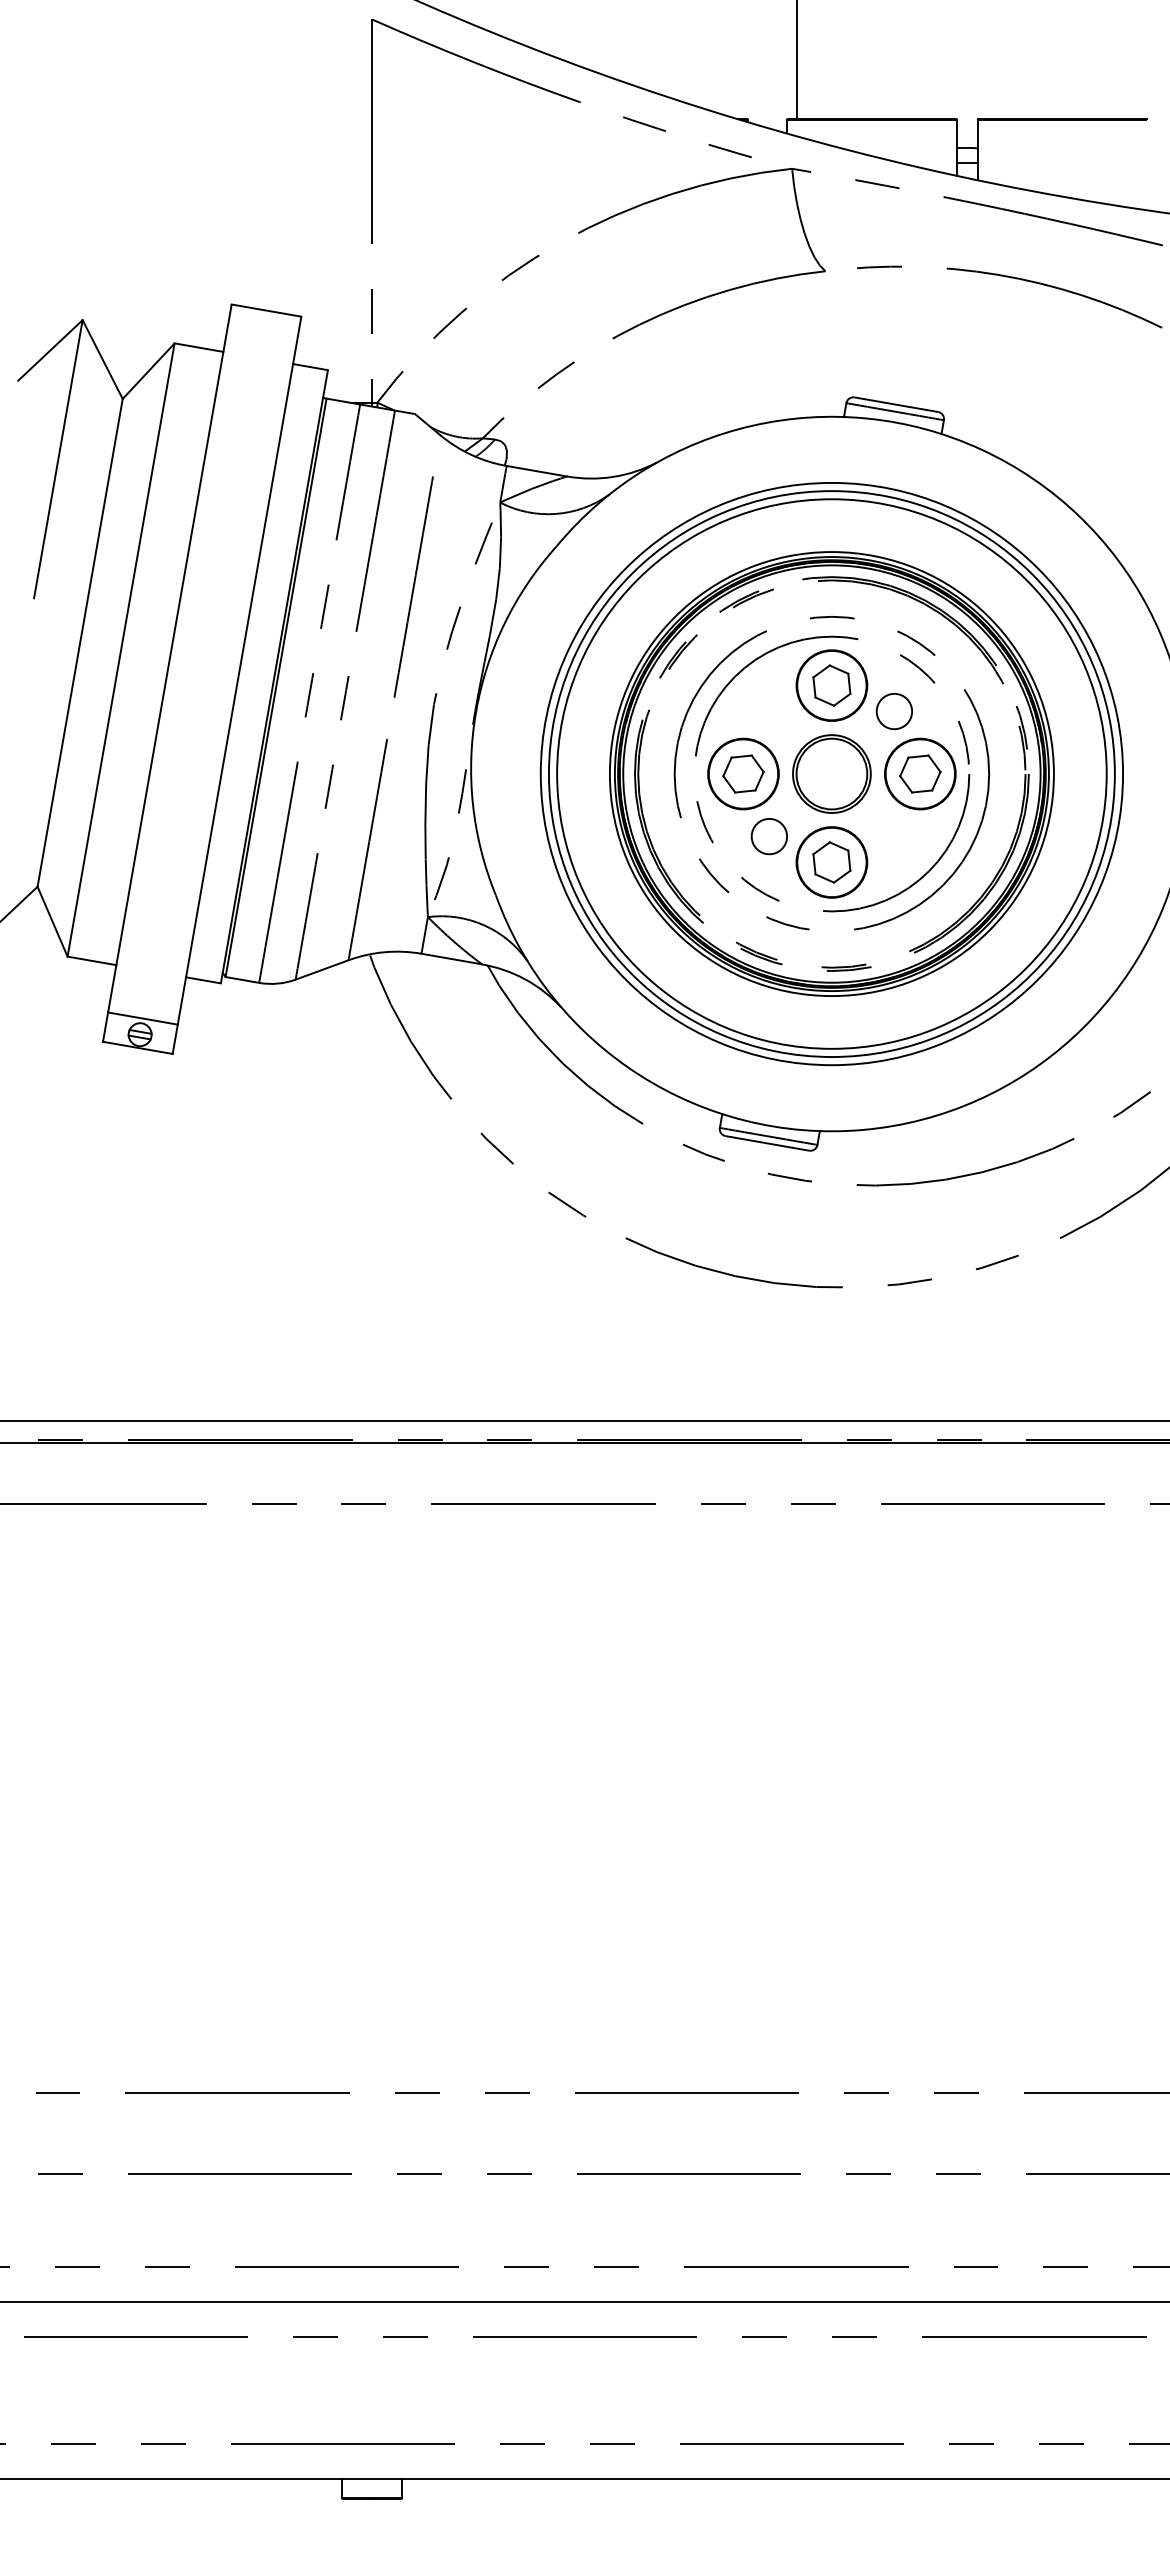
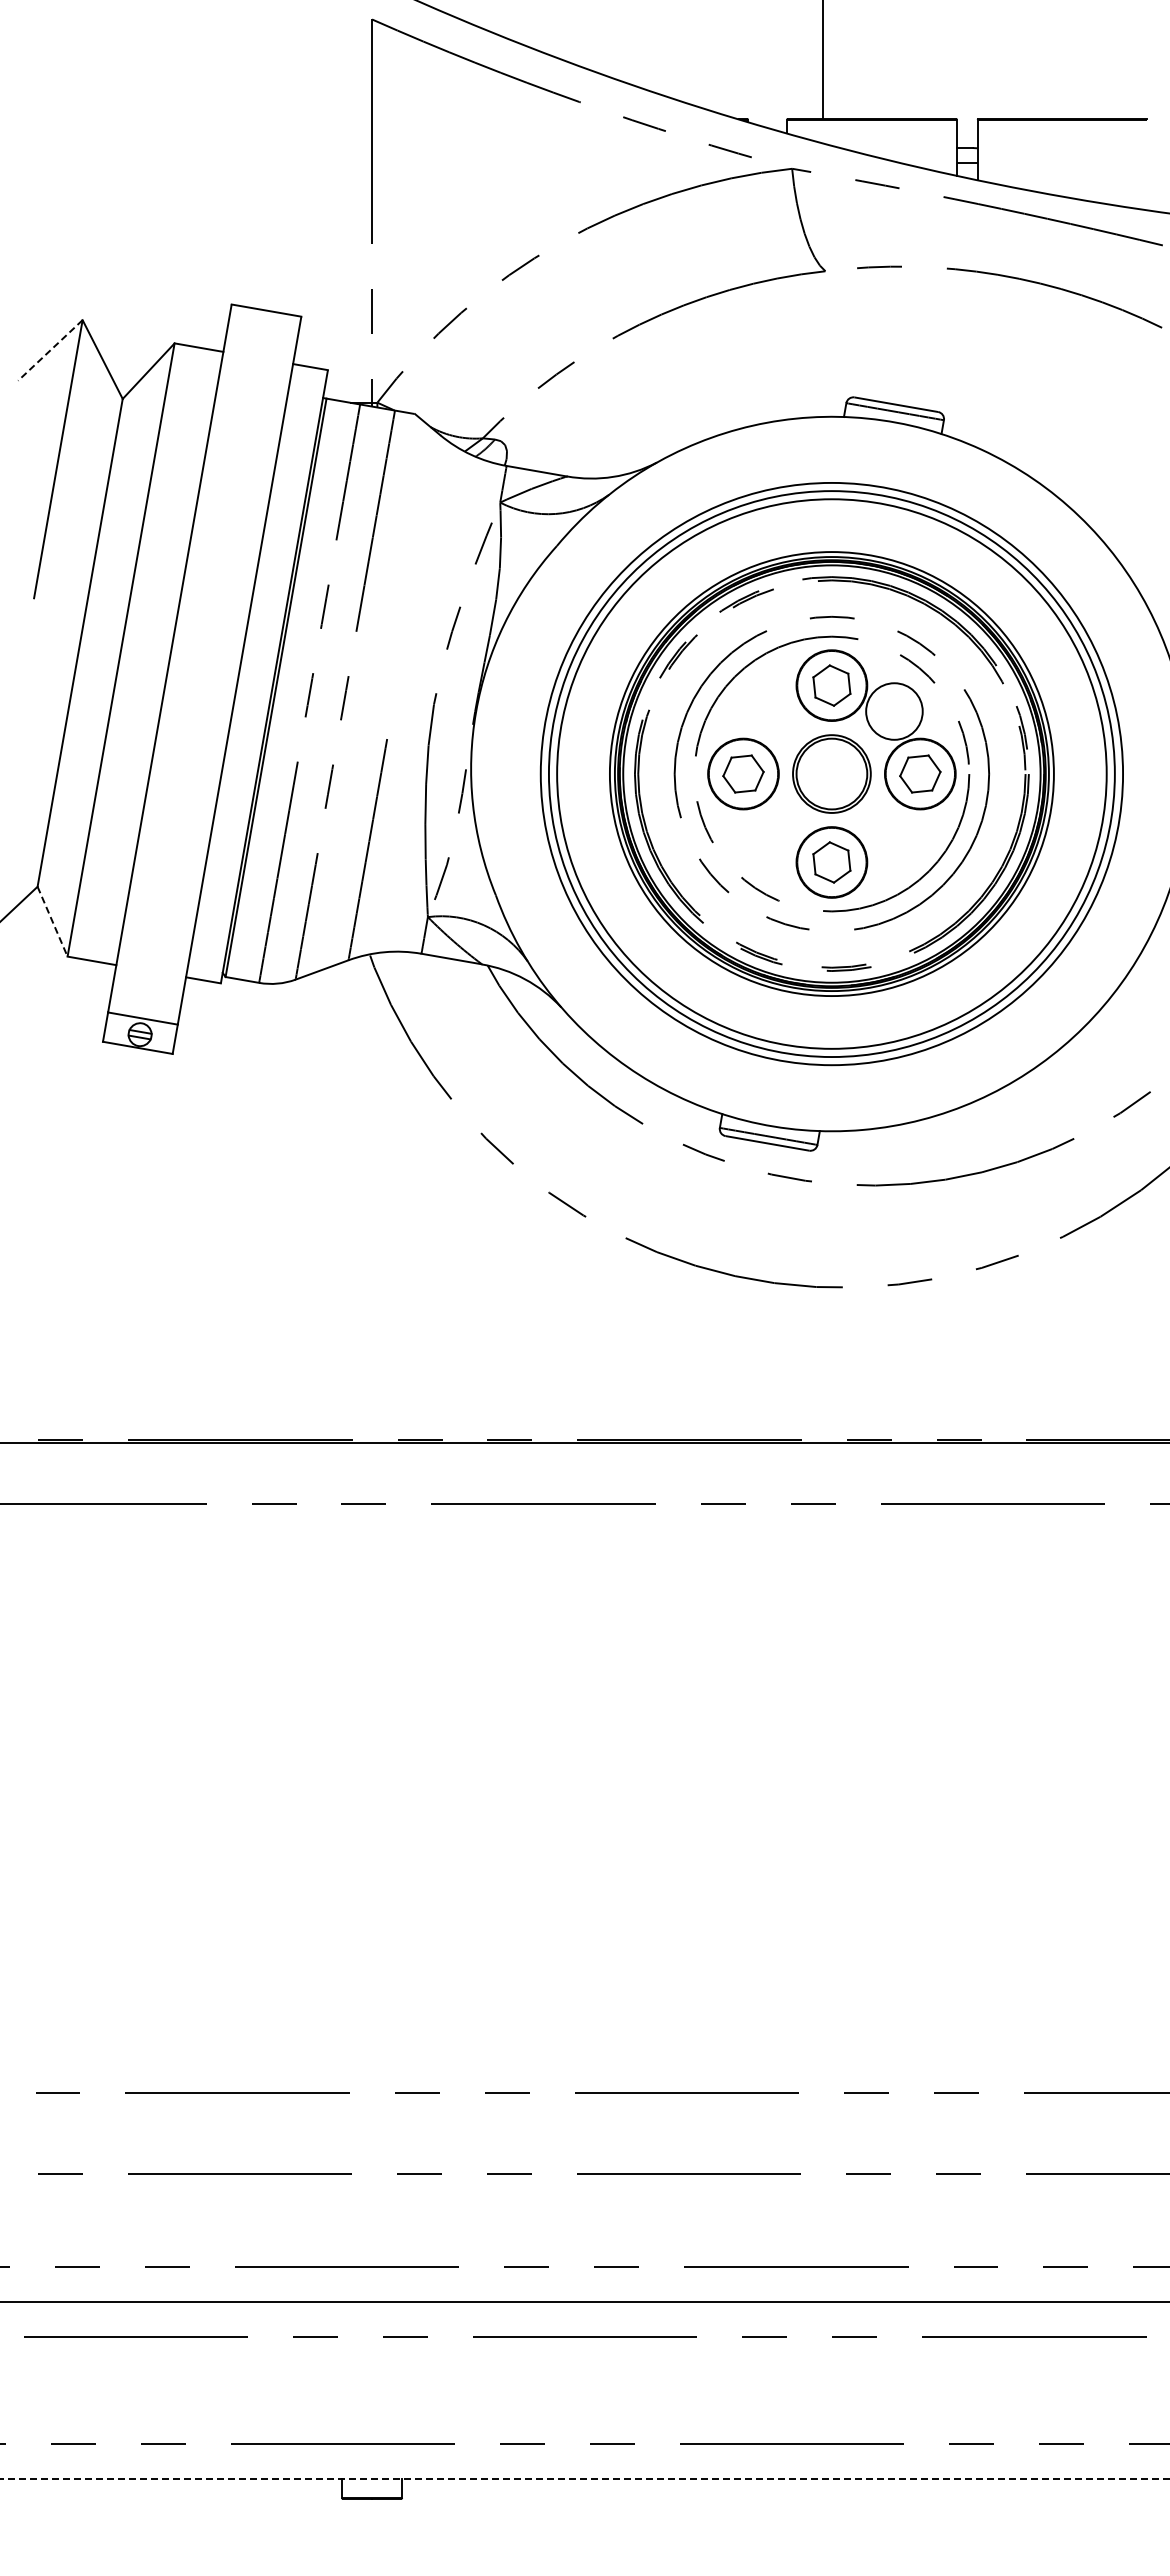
line at (796, 60) position: (796, 60) -> (822, 60)
line at (50, 350): solid -> dashed
line at (413, 586): present -> none
circle at (894, 711) diameter: 35 px -> 57 px
circle at (768, 836): present -> none
line at (52, 922): solid -> dashed
line at (584, 1421): present -> none
line at (584, 2478): solid -> dashed
